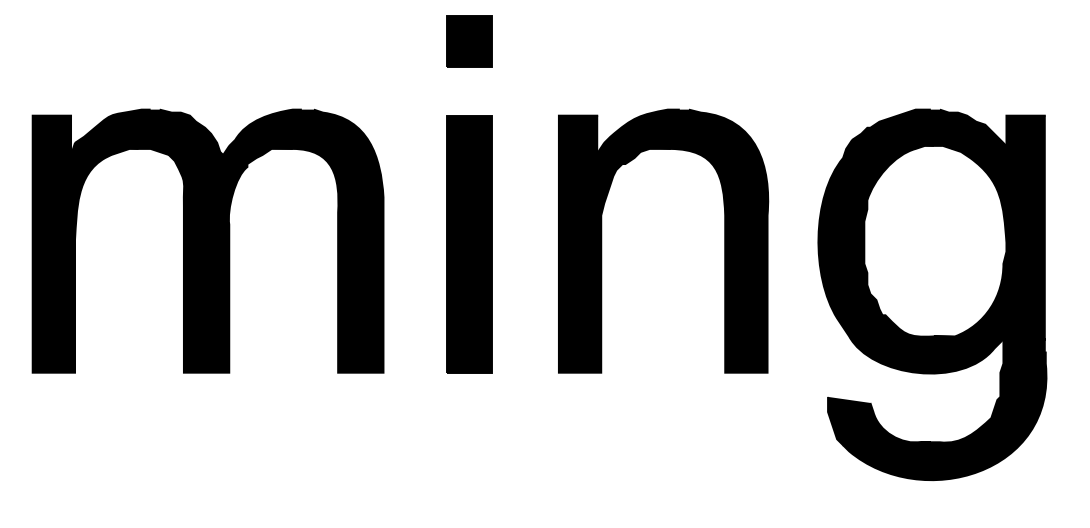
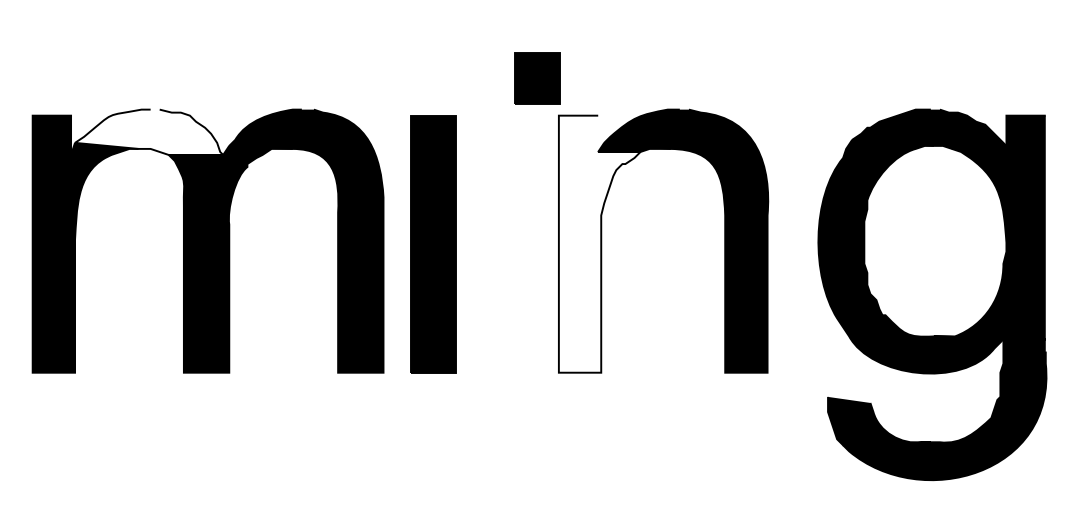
part at (469, 41) position: (469, 41) -> (537, 78)
fill at (149, 131): present -> none
fill at (599, 243): present -> none
part at (469, 244) position: (469, 244) -> (433, 244)
